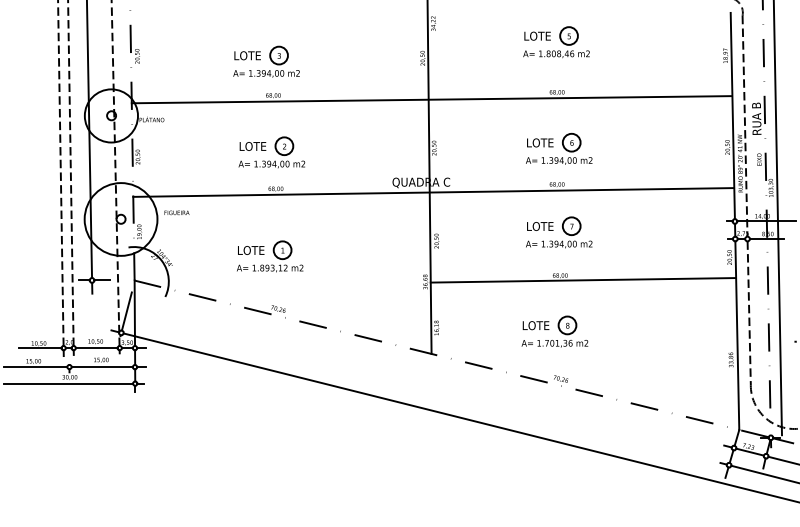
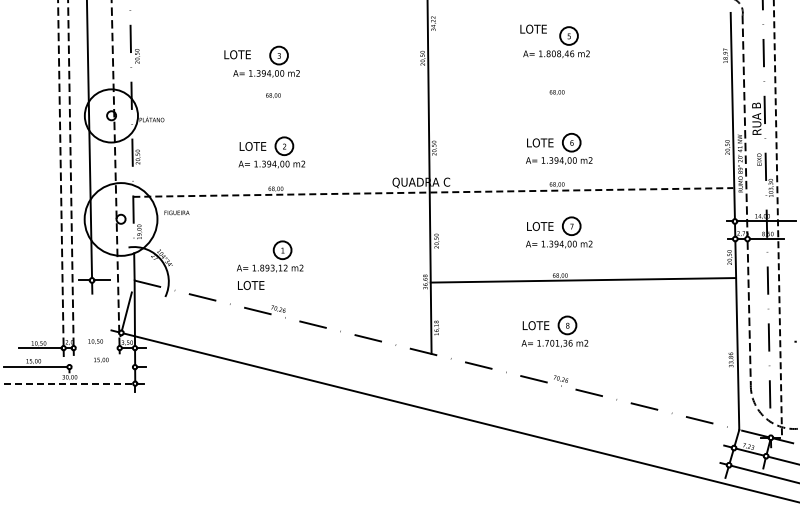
text at (537, 35) position: (537, 35) -> (533, 28)
text at (247, 55) position: (247, 55) -> (237, 54)
line at (431, 99): present -> none
line at (433, 192): solid -> dashed
line at (777, 217): solid -> dashed
text at (251, 250) position: (251, 250) -> (251, 285)
line at (96, 348): present -> none
line at (101, 367): present -> none
line at (69, 383): solid -> dashed
